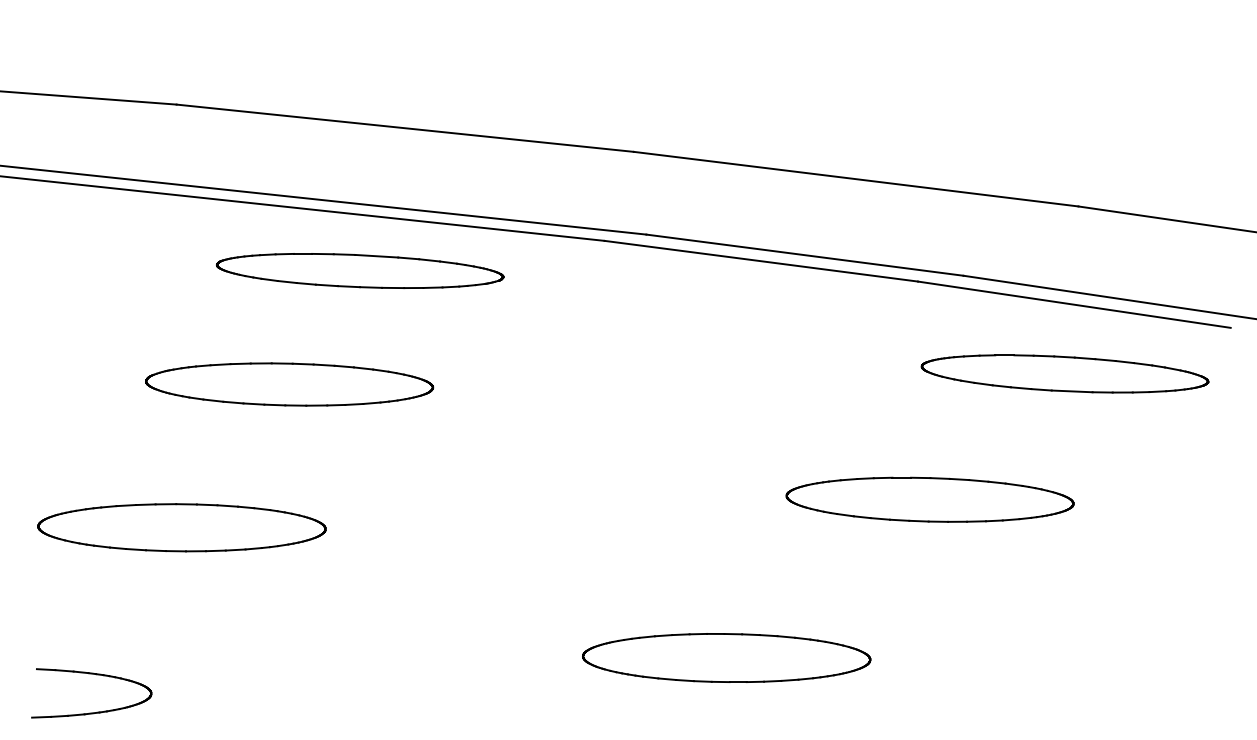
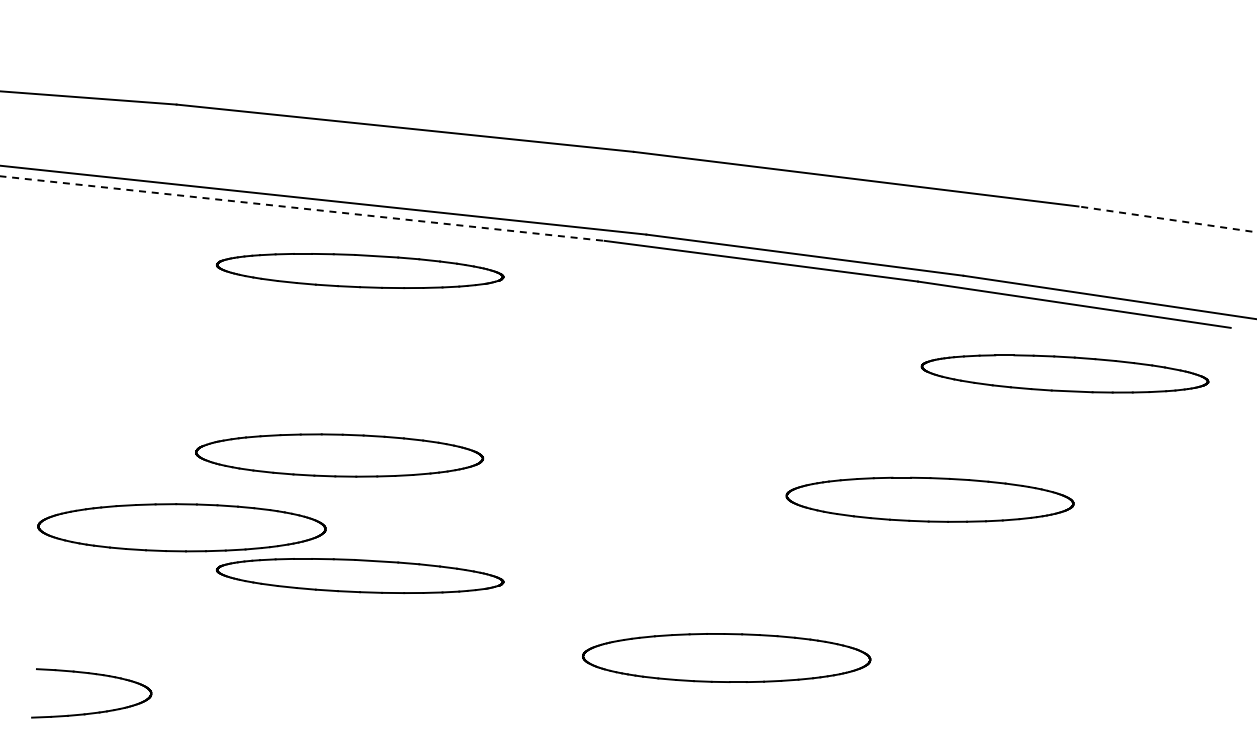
line at (302, 208): solid -> dashed
line at (1167, 219): solid -> dashed
part at (289, 384) position: (289, 384) -> (339, 455)
part at (360, 575): none -> present
